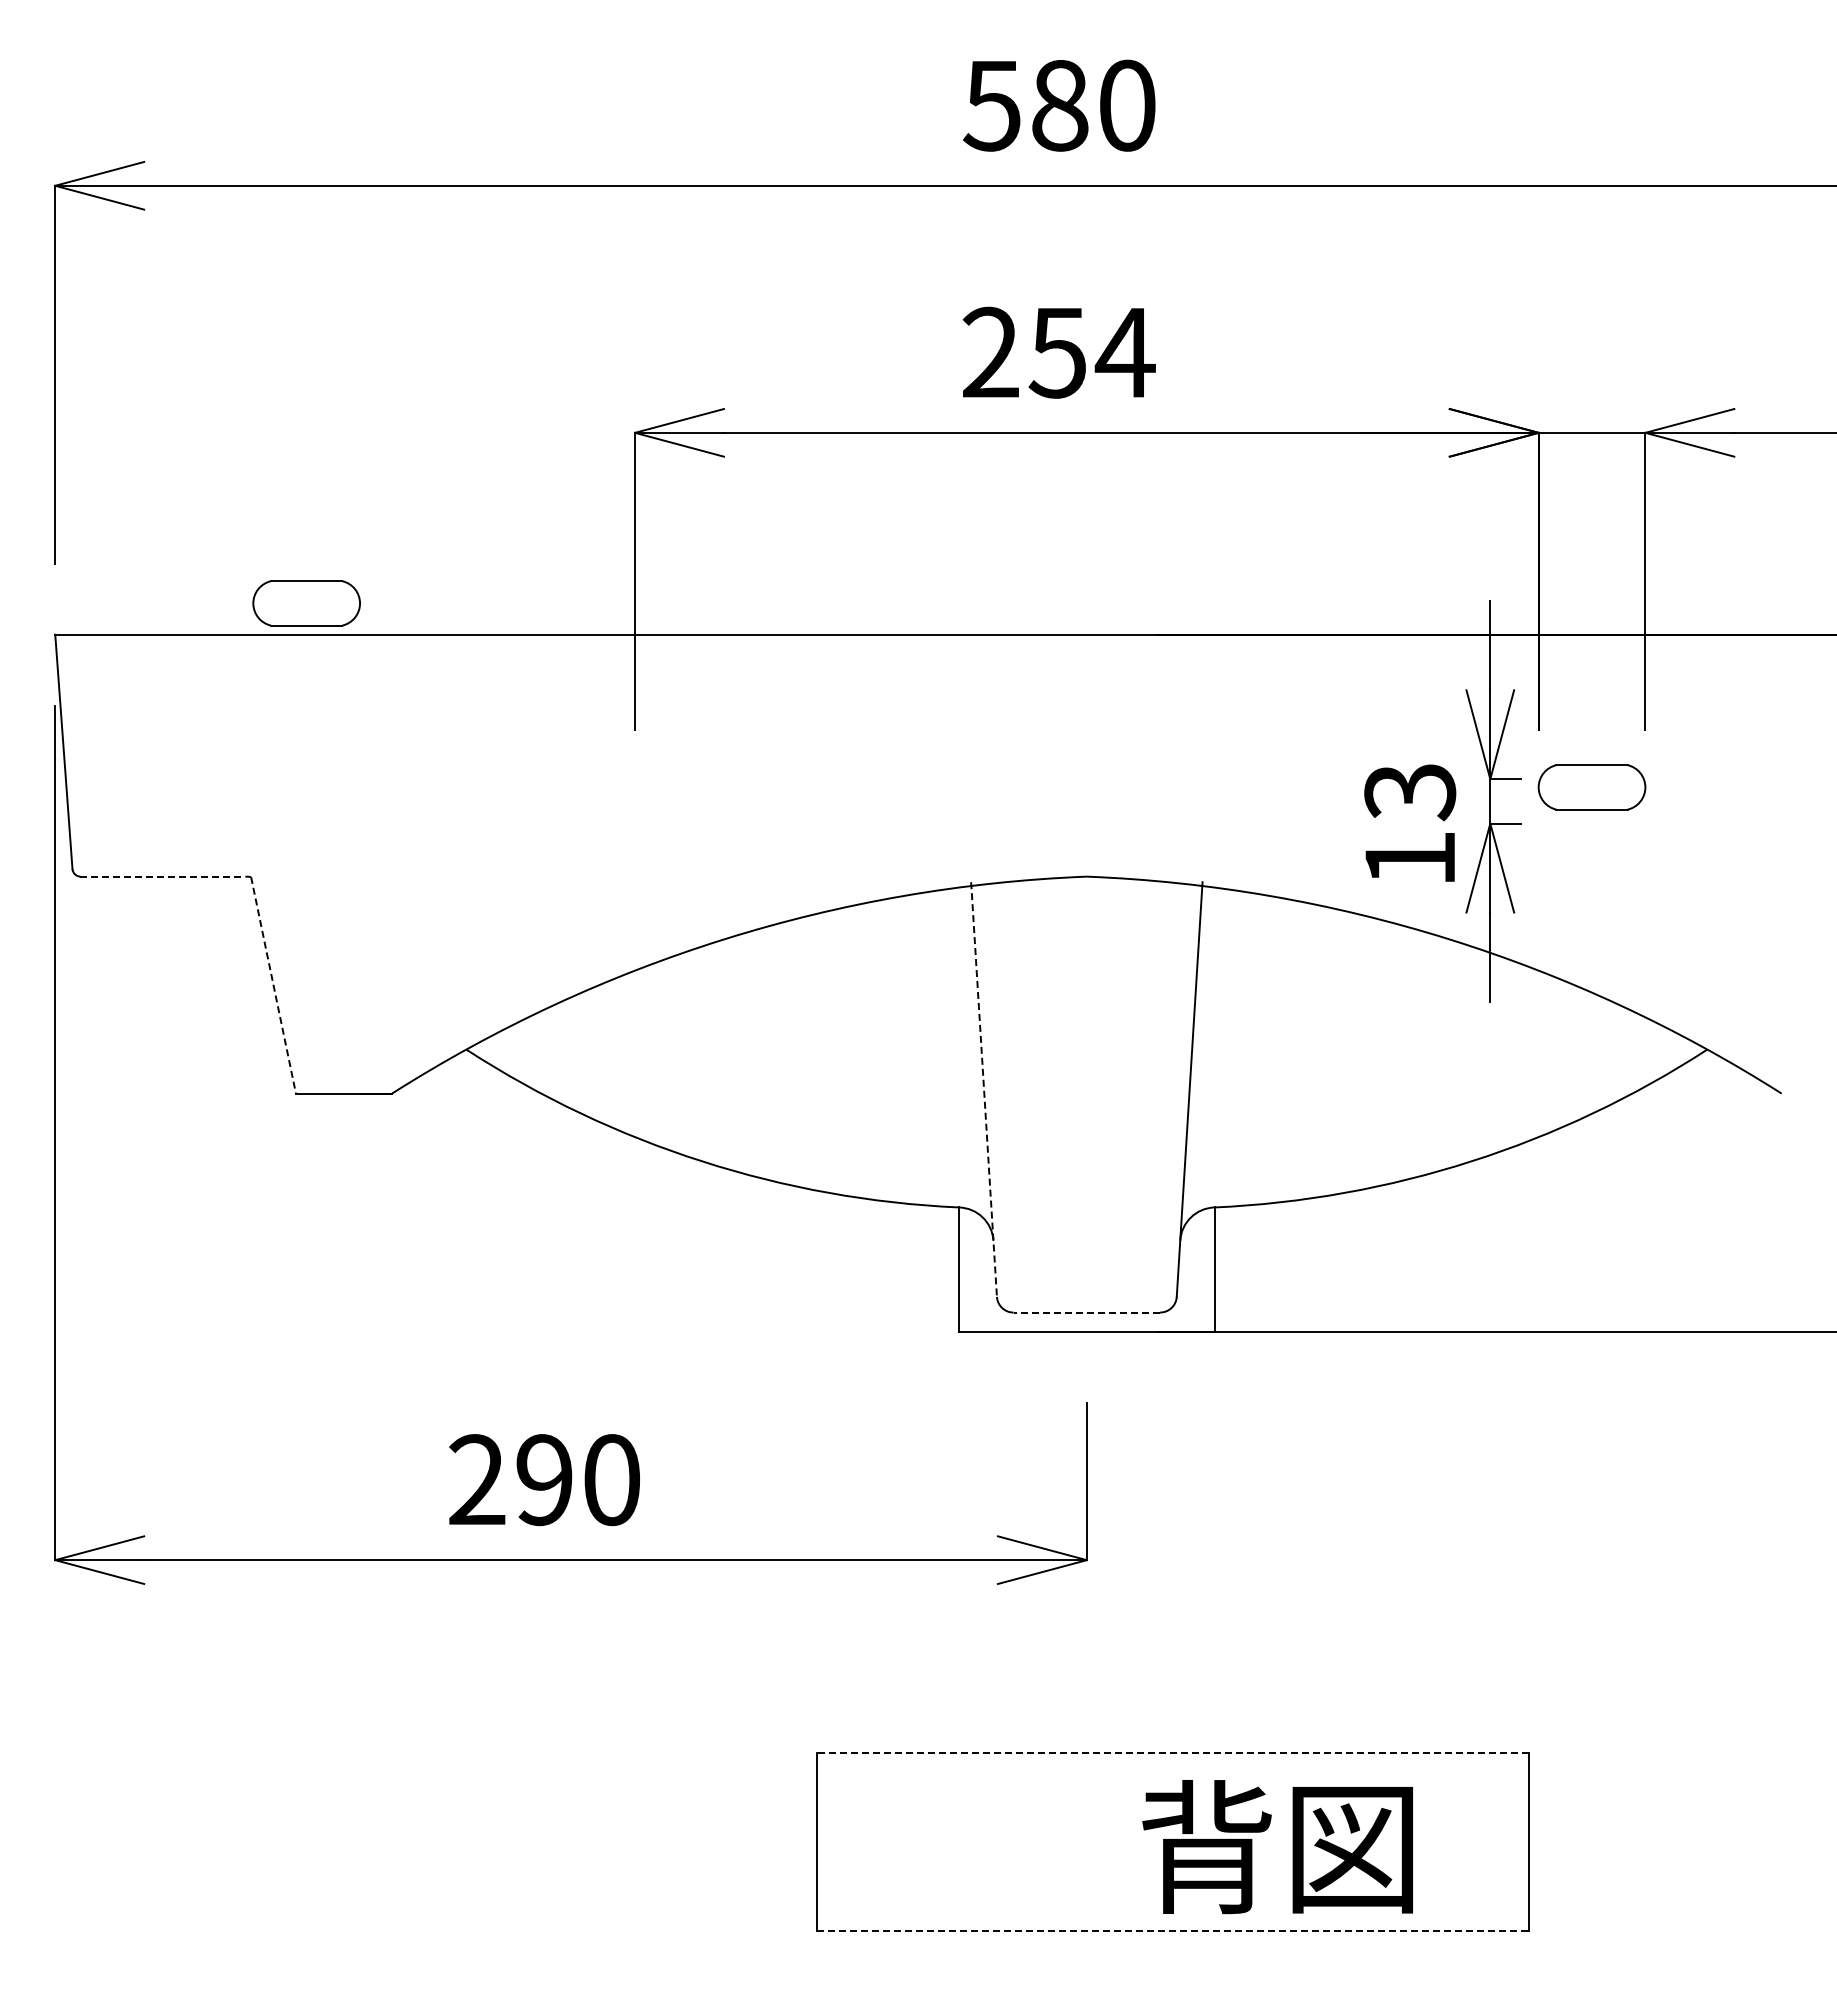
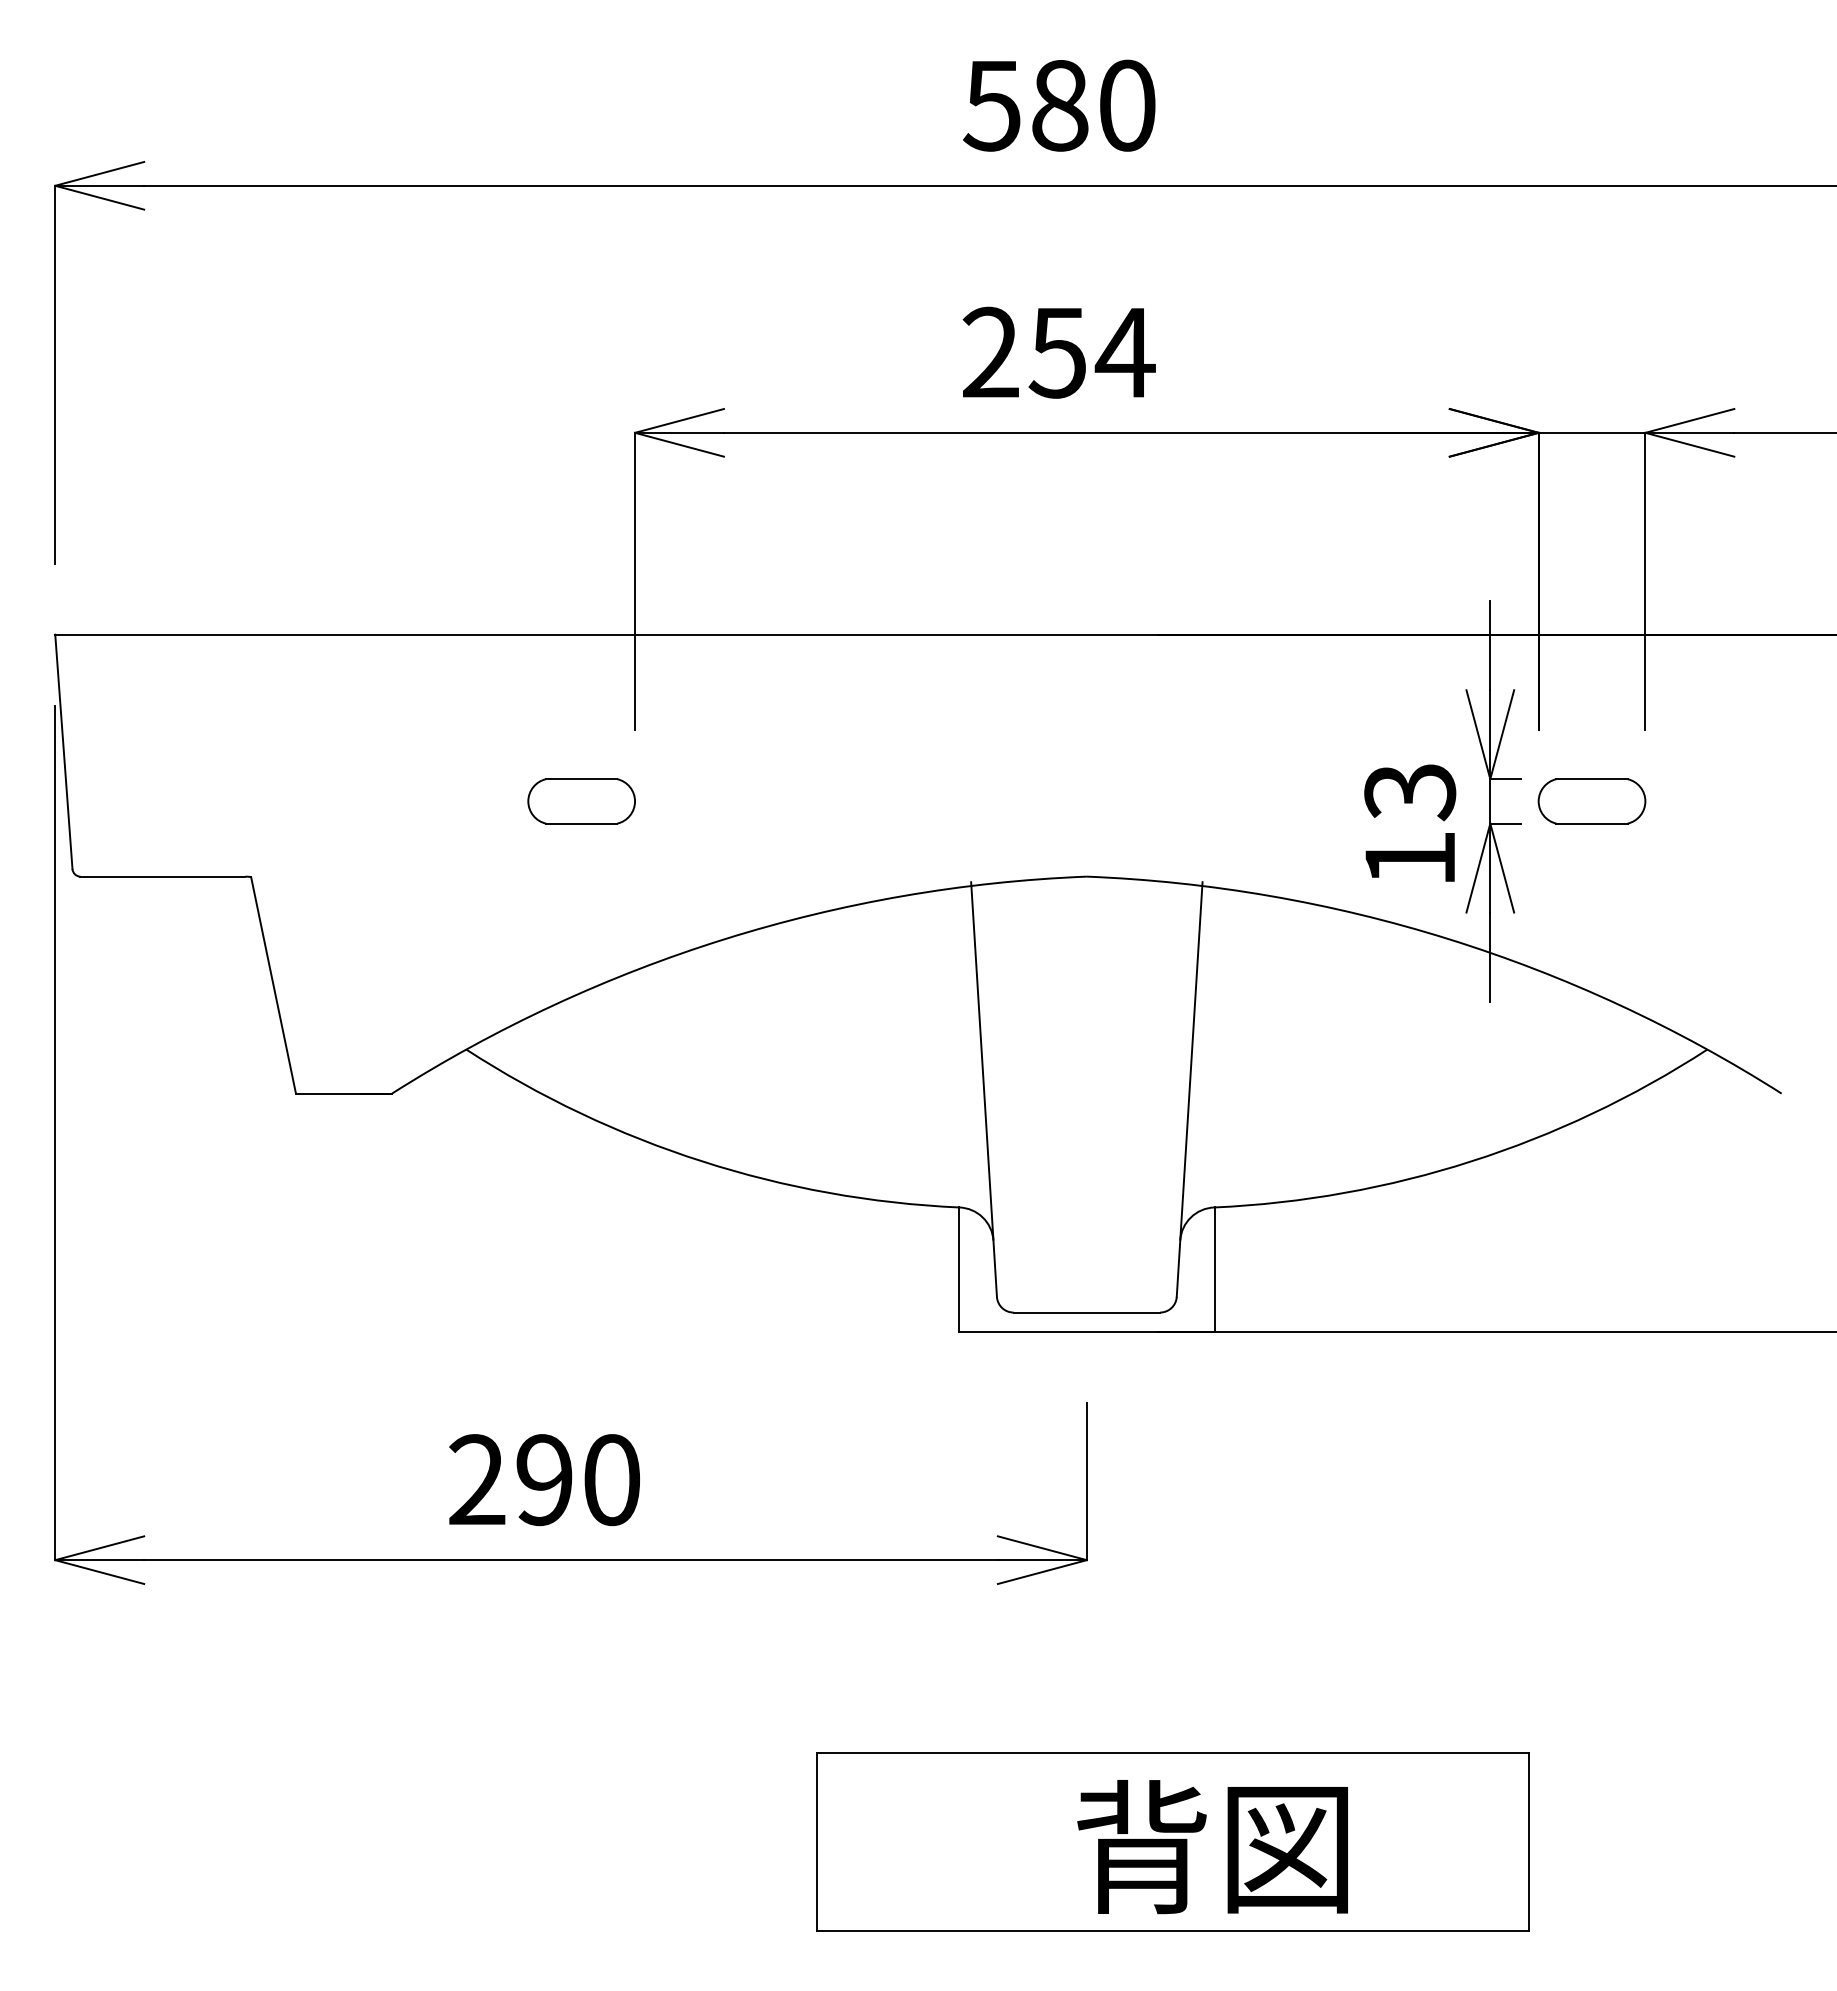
part at (306, 603) position: (306, 603) -> (581, 801)
part at (1591, 787) position: (1591, 787) -> (1591, 801)
line at (163, 876): dashed -> solid
line at (273, 985): dashed -> solid
line at (984, 1089): dashed -> solid
line at (1086, 1312): dashed -> solid
line at (1172, 1753): dashed -> solid
text at (1277, 1847) position: (1277, 1847) -> (1212, 1847)
line at (1172, 1931): dashed -> solid
